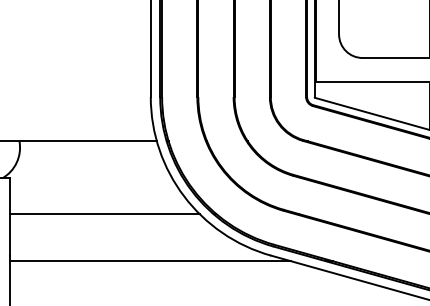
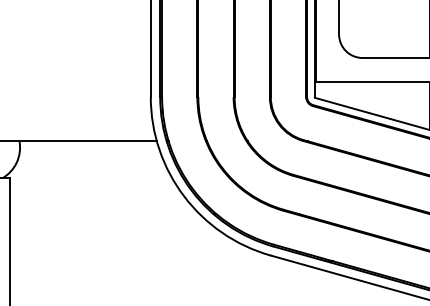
line at (104, 214): present -> none
line at (150, 261): present -> none
